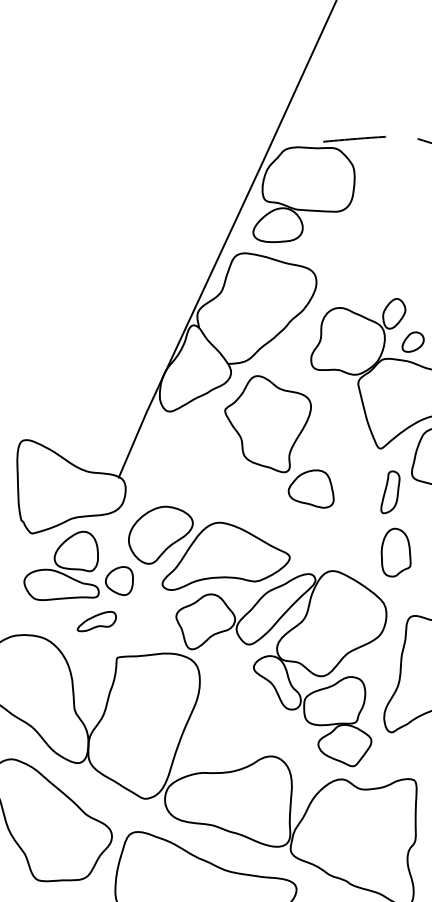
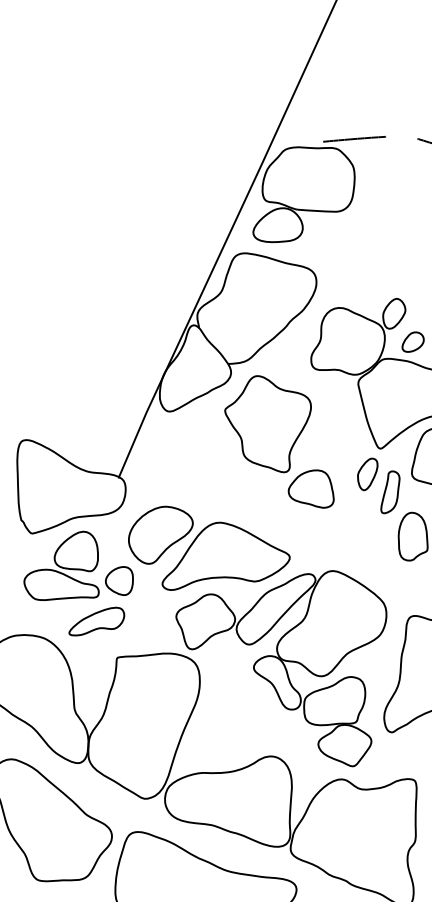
part at (367, 474): none -> present
part at (395, 552) position: (395, 552) -> (412, 536)
part at (96, 621) size: 41x22 px -> 58x31 px
